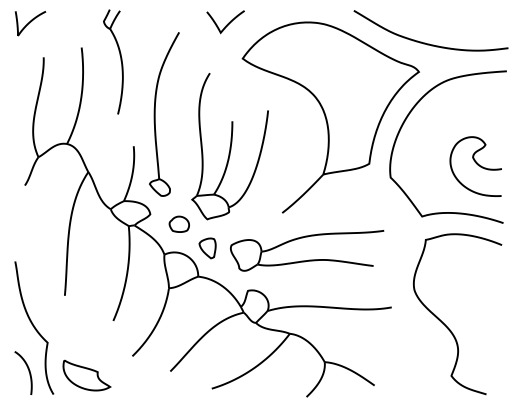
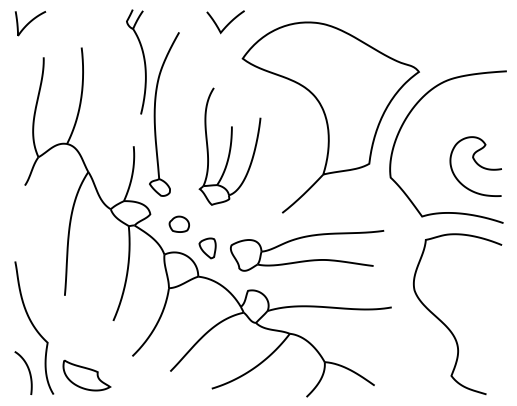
curve at (425, 42): present -> none
part at (120, 61) position: (120, 61) -> (143, 61)
part at (229, 146) size: 78x148 px -> 64x119 px
